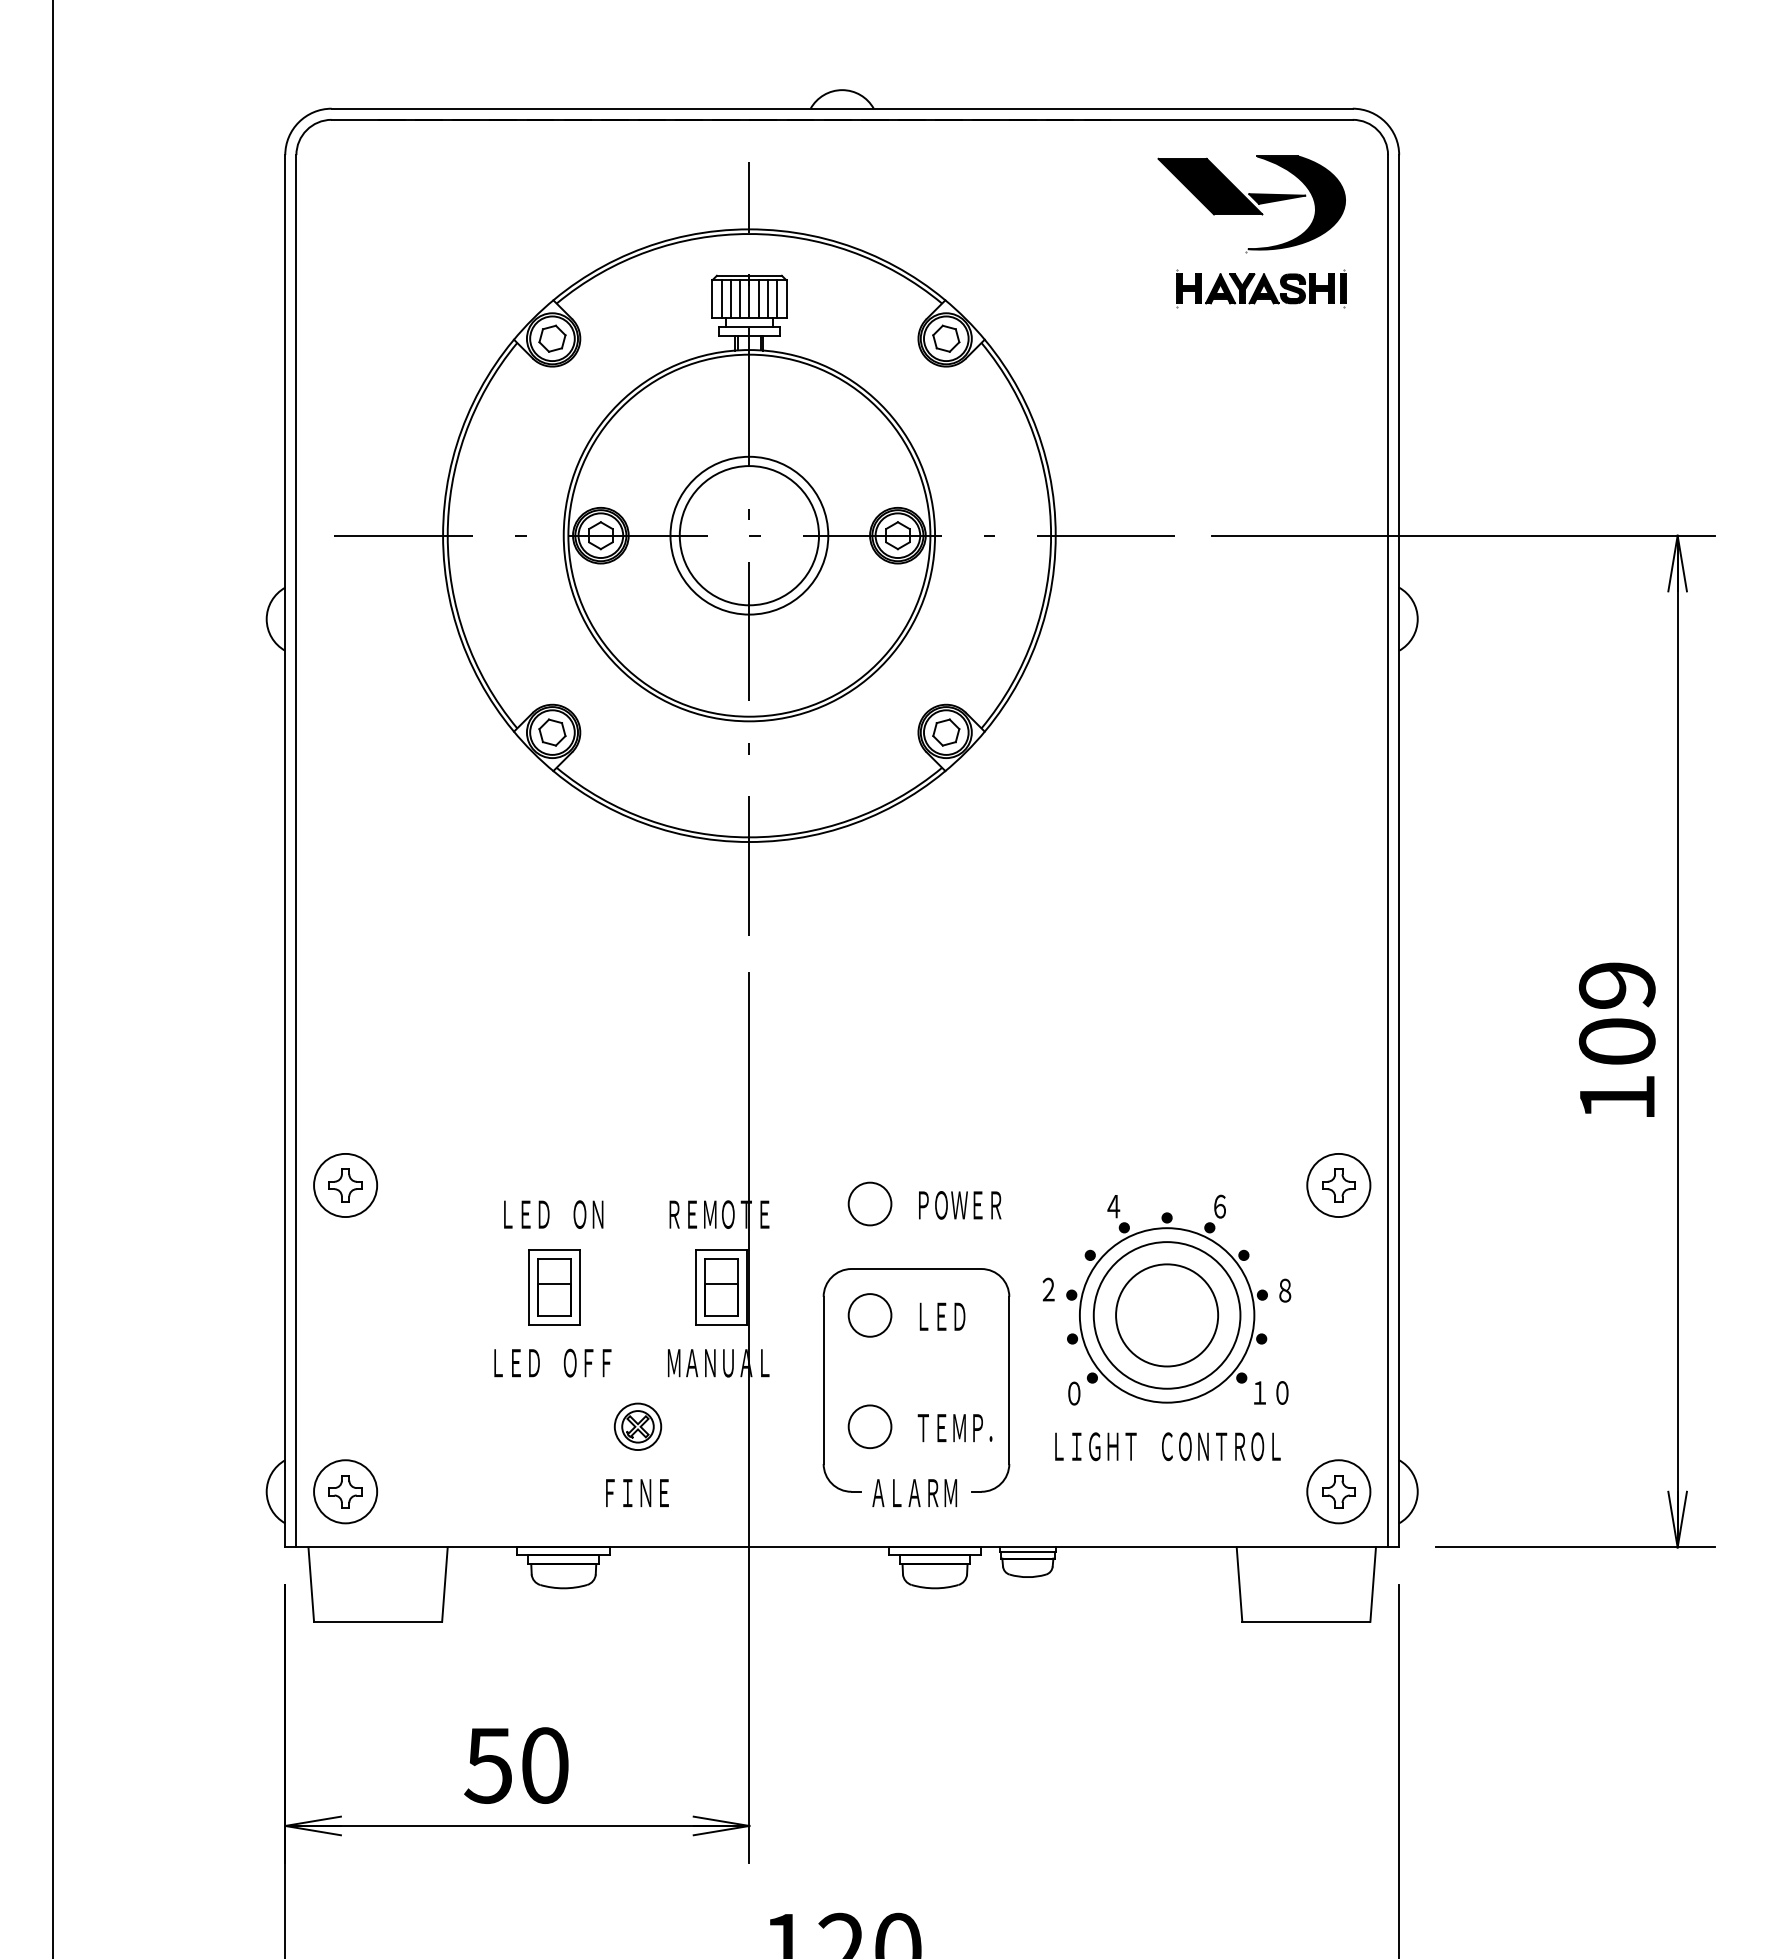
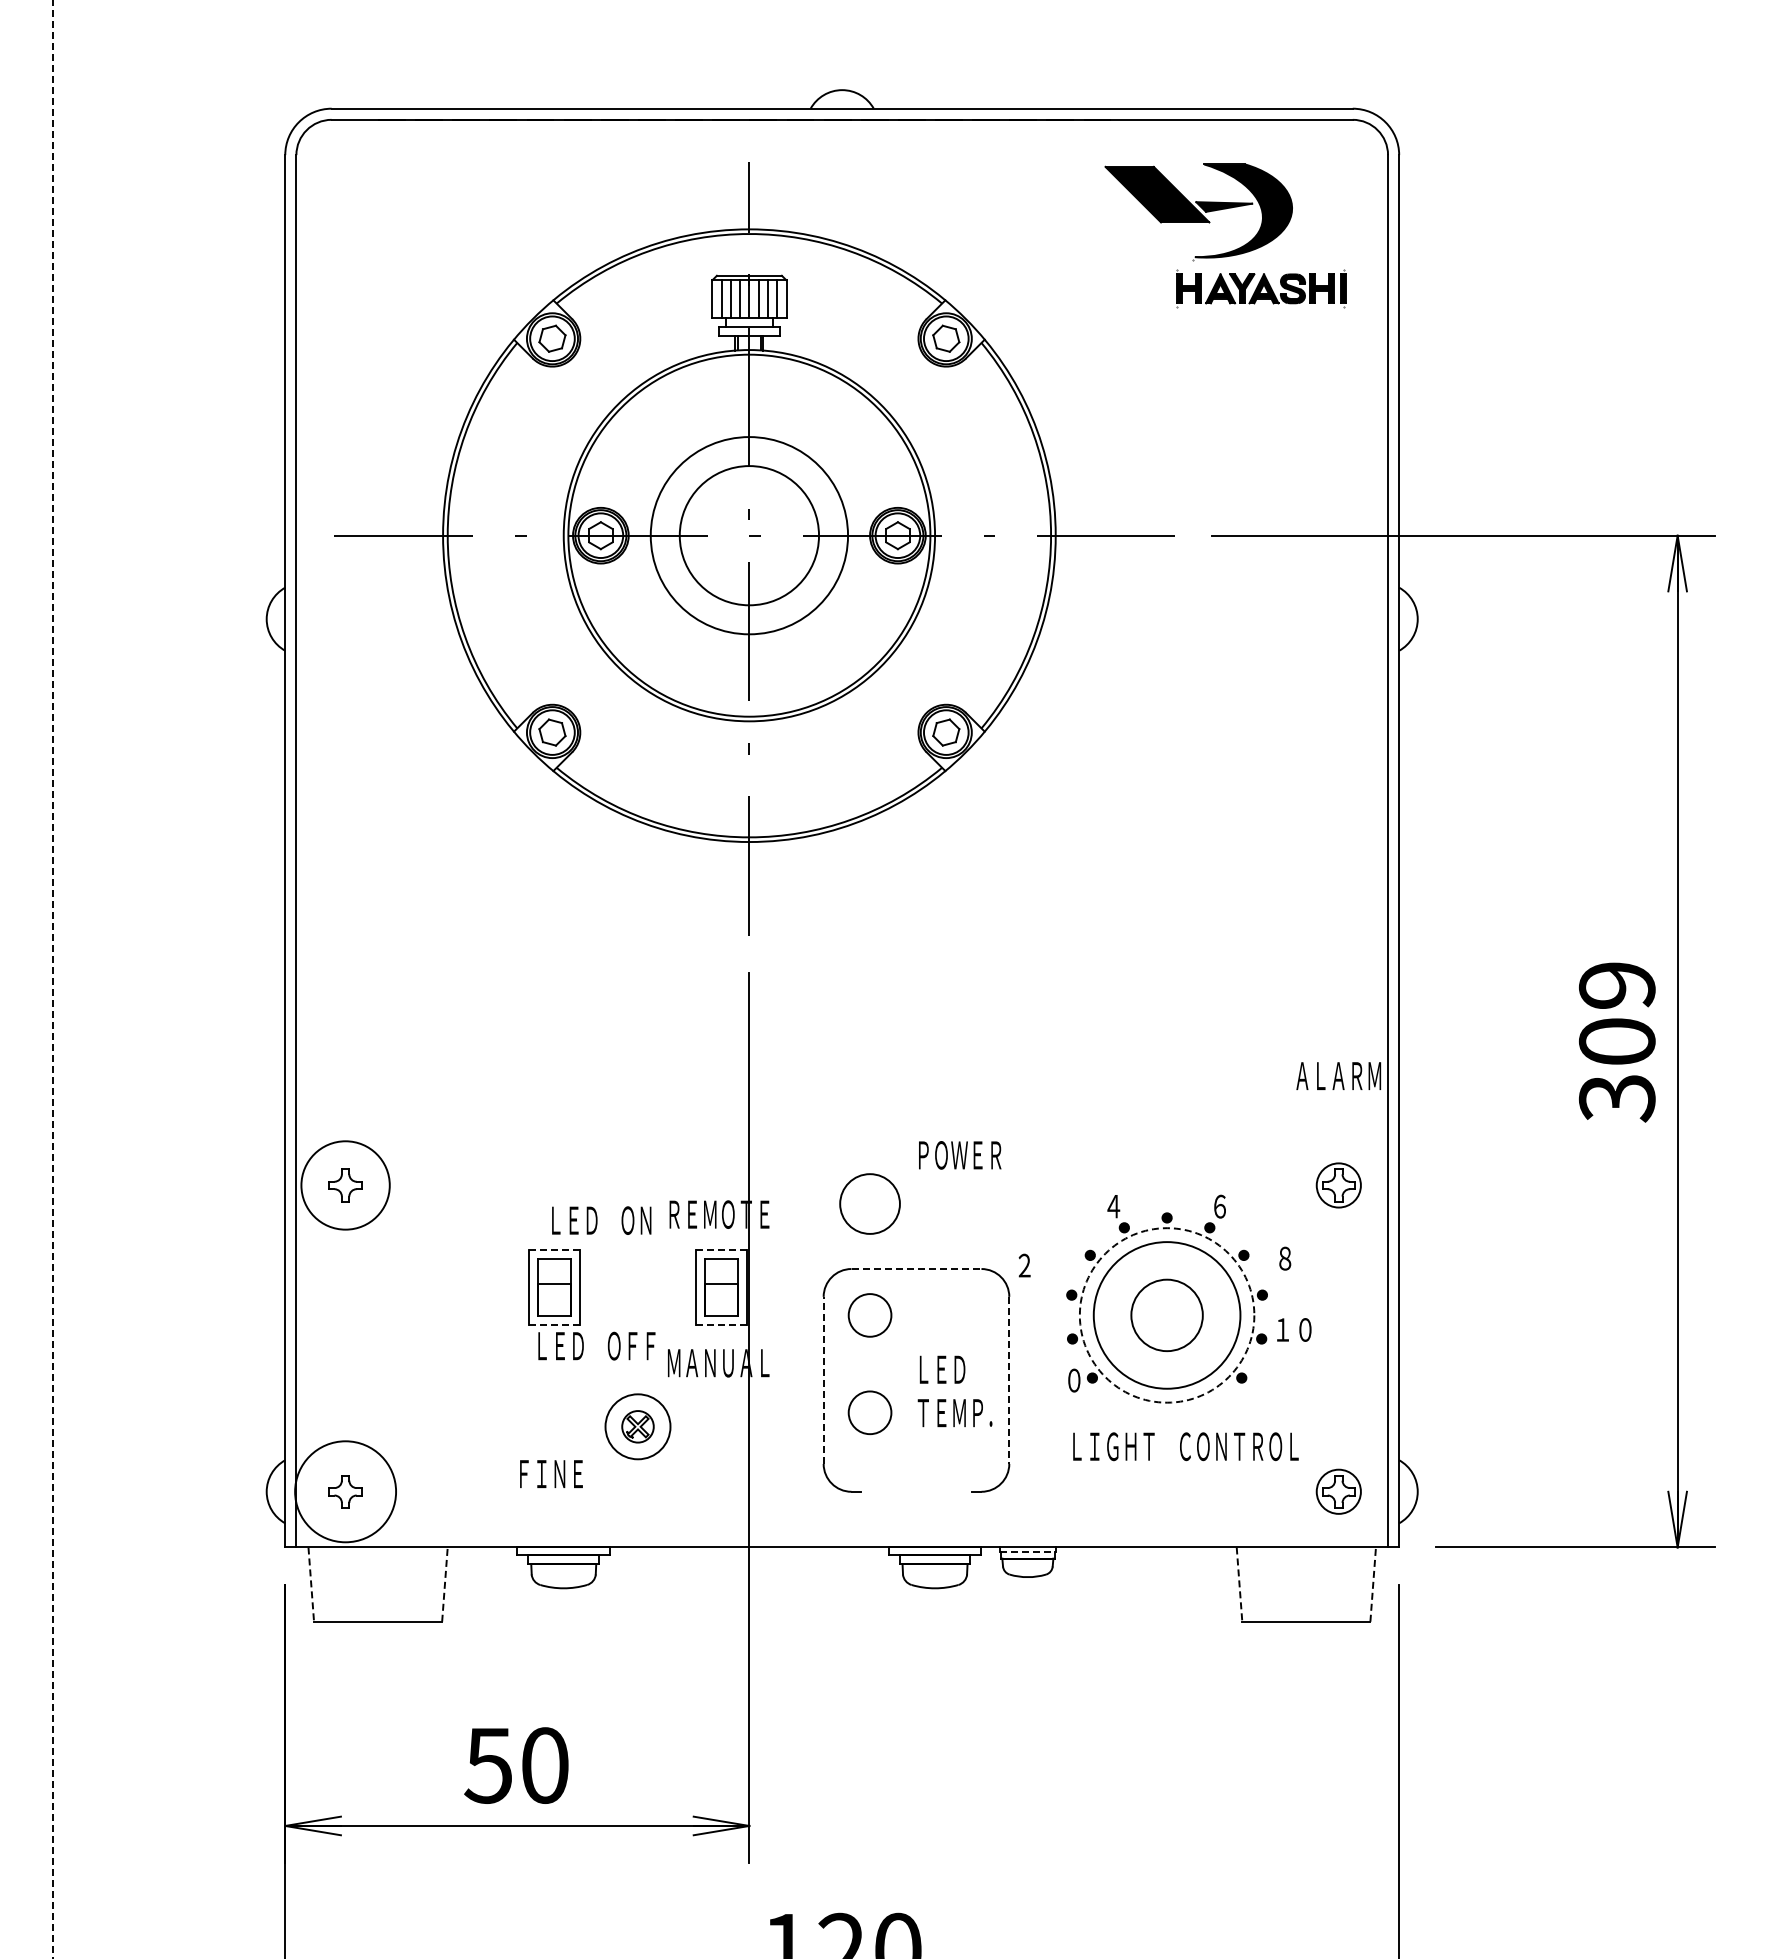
part at (1251, 204) position: (1251, 204) -> (1198, 212)
circle at (749, 535) diameter: 158 px -> 197 px
line at (53, 979): solid -> dashed
text at (1616, 1098): 109 -> 309
circle at (345, 1185) diameter: 63 px -> 88 px
circle at (1338, 1185) diameter: 63 px -> 44 px
circle at (869, 1203) diameter: 43 px -> 60 px
text at (960, 1205) position: (960, 1205) -> (960, 1155)
text at (553, 1214) position: (553, 1214) -> (601, 1220)
line at (554, 1250): solid -> dashed
line at (721, 1250): solid -> dashed
line at (916, 1269): solid -> dashed
text at (1048, 1289) position: (1048, 1289) -> (1024, 1265)
text at (1285, 1290) position: (1285, 1290) -> (1285, 1258)
circle at (1166, 1315): solid -> dashed
circle at (1167, 1315) diameter: 102 px -> 71 px
text at (942, 1316) position: (942, 1316) -> (942, 1369)
line at (554, 1324): solid -> dashed
line at (721, 1324): solid -> dashed
text at (552, 1362) position: (552, 1362) -> (596, 1345)
line at (823, 1380): solid -> dashed
line at (1009, 1380): solid -> dashed
text at (1271, 1392) position: (1271, 1392) -> (1294, 1329)
text at (1074, 1393) position: (1074, 1393) -> (1074, 1380)
circle at (637, 1426) diameter: 46 px -> 65 px
circle at (869, 1426) position: (869, 1426) -> (869, 1412)
text at (954, 1428) position: (954, 1428) -> (954, 1413)
text at (1167, 1446) position: (1167, 1446) -> (1185, 1446)
circle at (345, 1491) diameter: 63 px -> 101 px
circle at (1338, 1491) diameter: 63 px -> 44 px
text at (637, 1492) position: (637, 1492) -> (551, 1473)
text at (914, 1492) position: (914, 1492) -> (1338, 1075)
line at (1027, 1552): solid -> dashed
line at (444, 1584): solid -> dashed
line at (1373, 1584): solid -> dashed
line at (311, 1585): solid -> dashed
line at (1239, 1585): solid -> dashed
